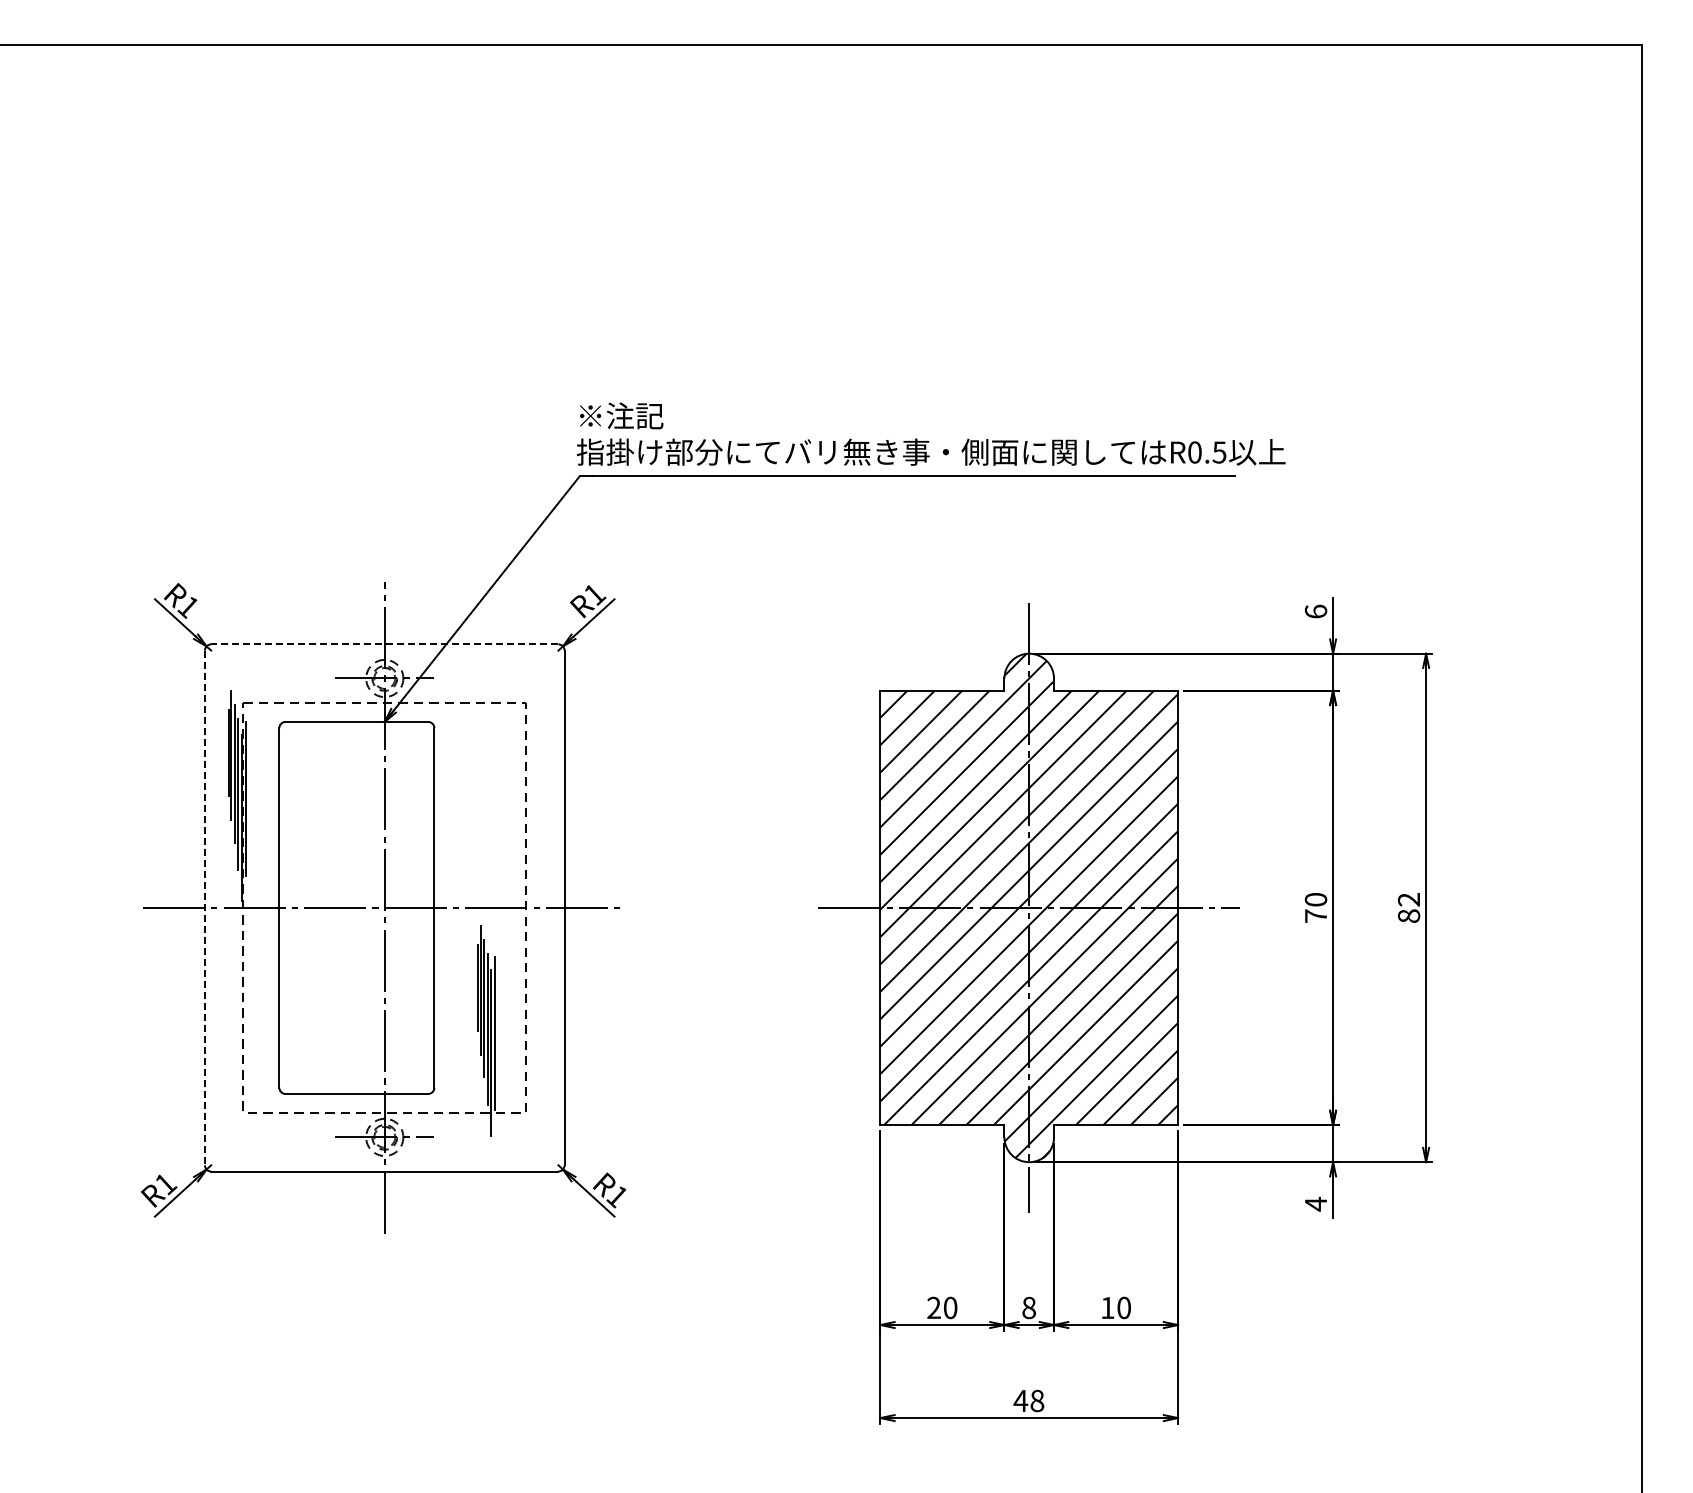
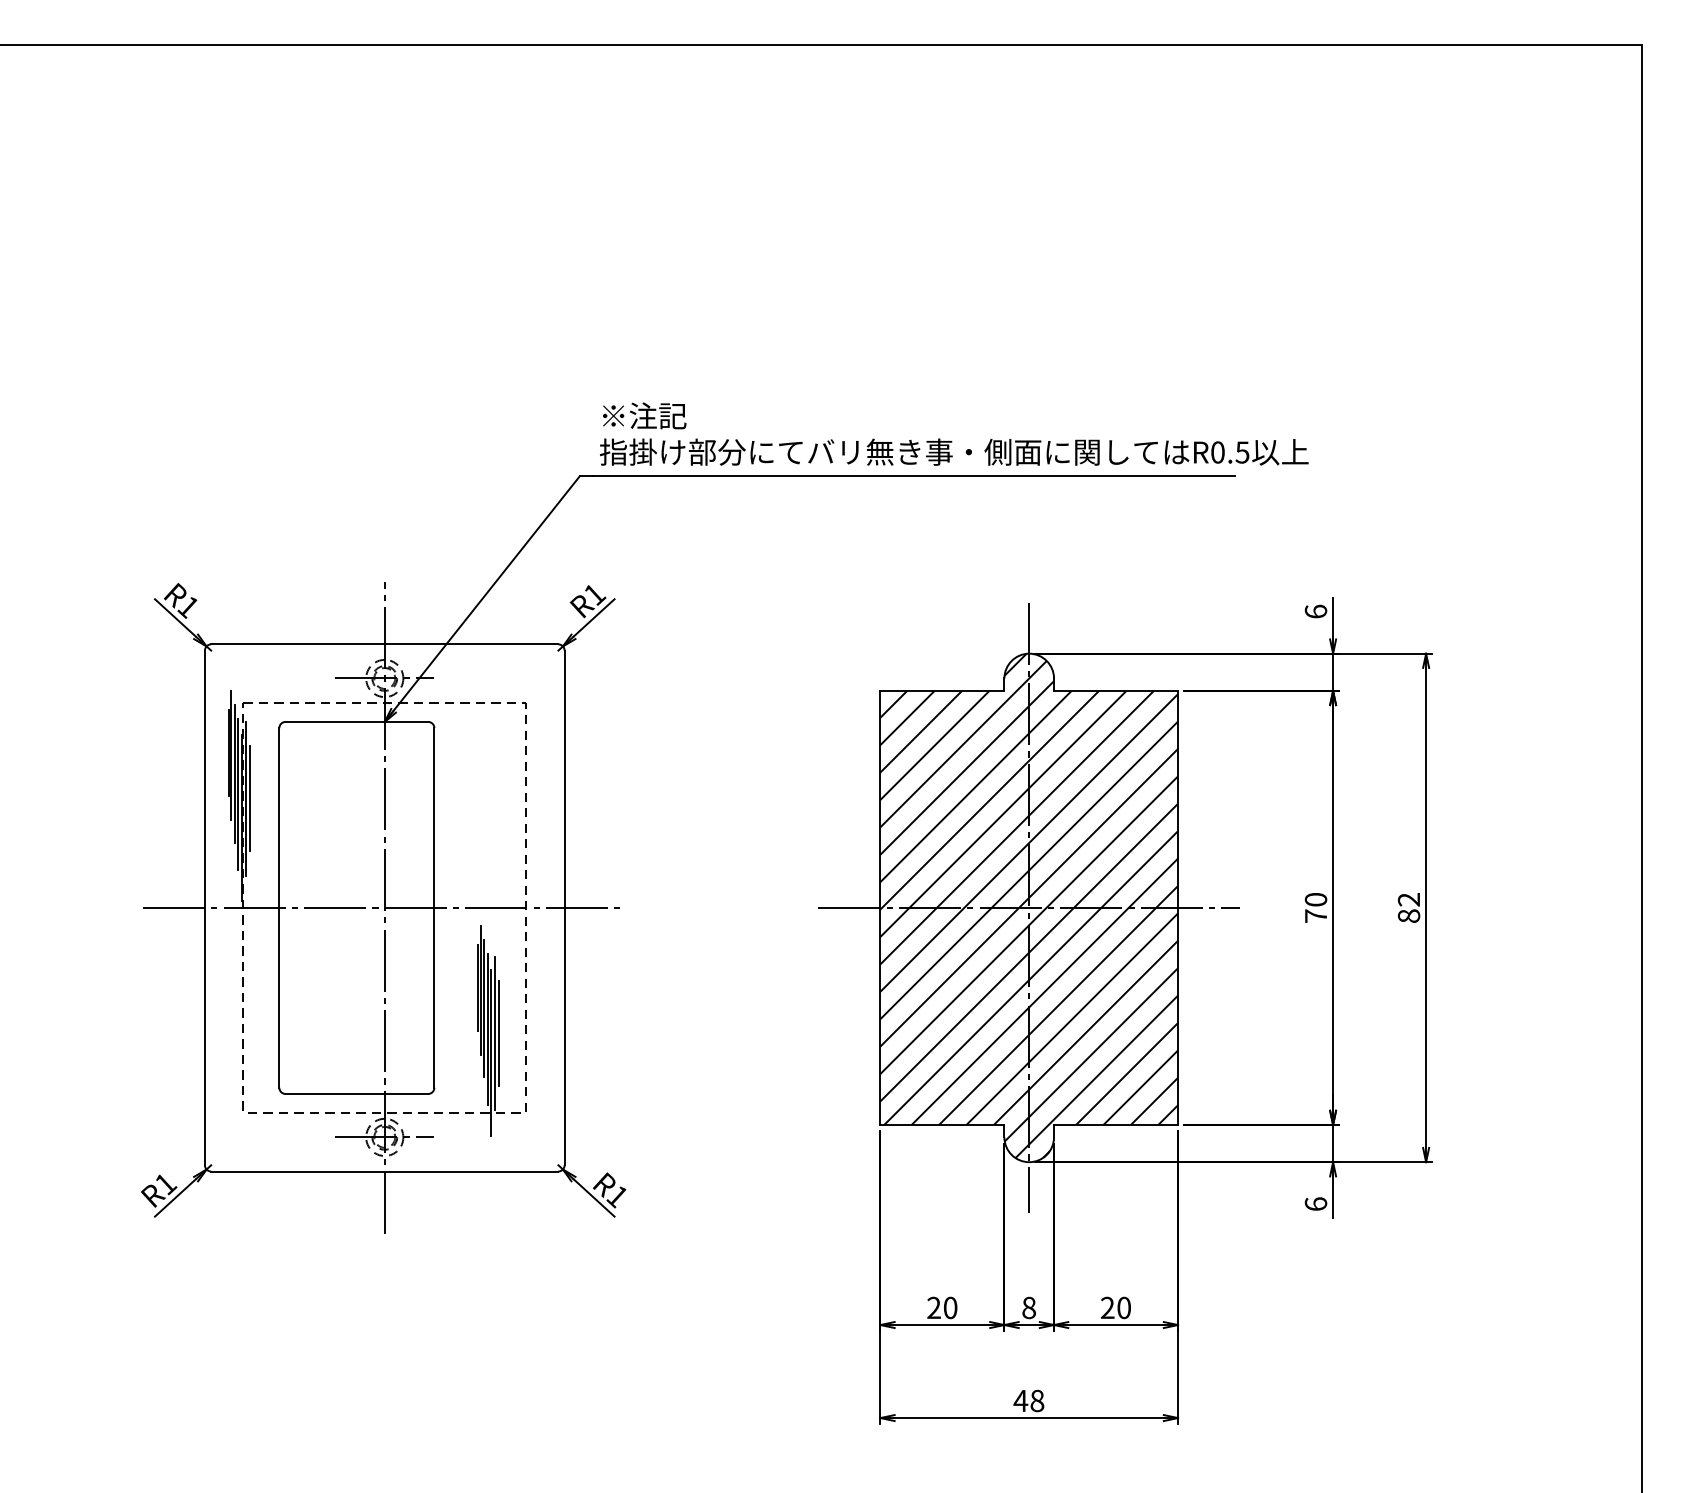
text at (930, 433) position: (930, 433) -> (953, 433)
line at (384, 644): dashed -> solid
line at (249, 798): none -> present
line at (204, 908): dashed -> solid
line at (498, 1032): none -> present
text at (1315, 1203): 4 -> 6
text at (1107, 1307): 10 -> 20
